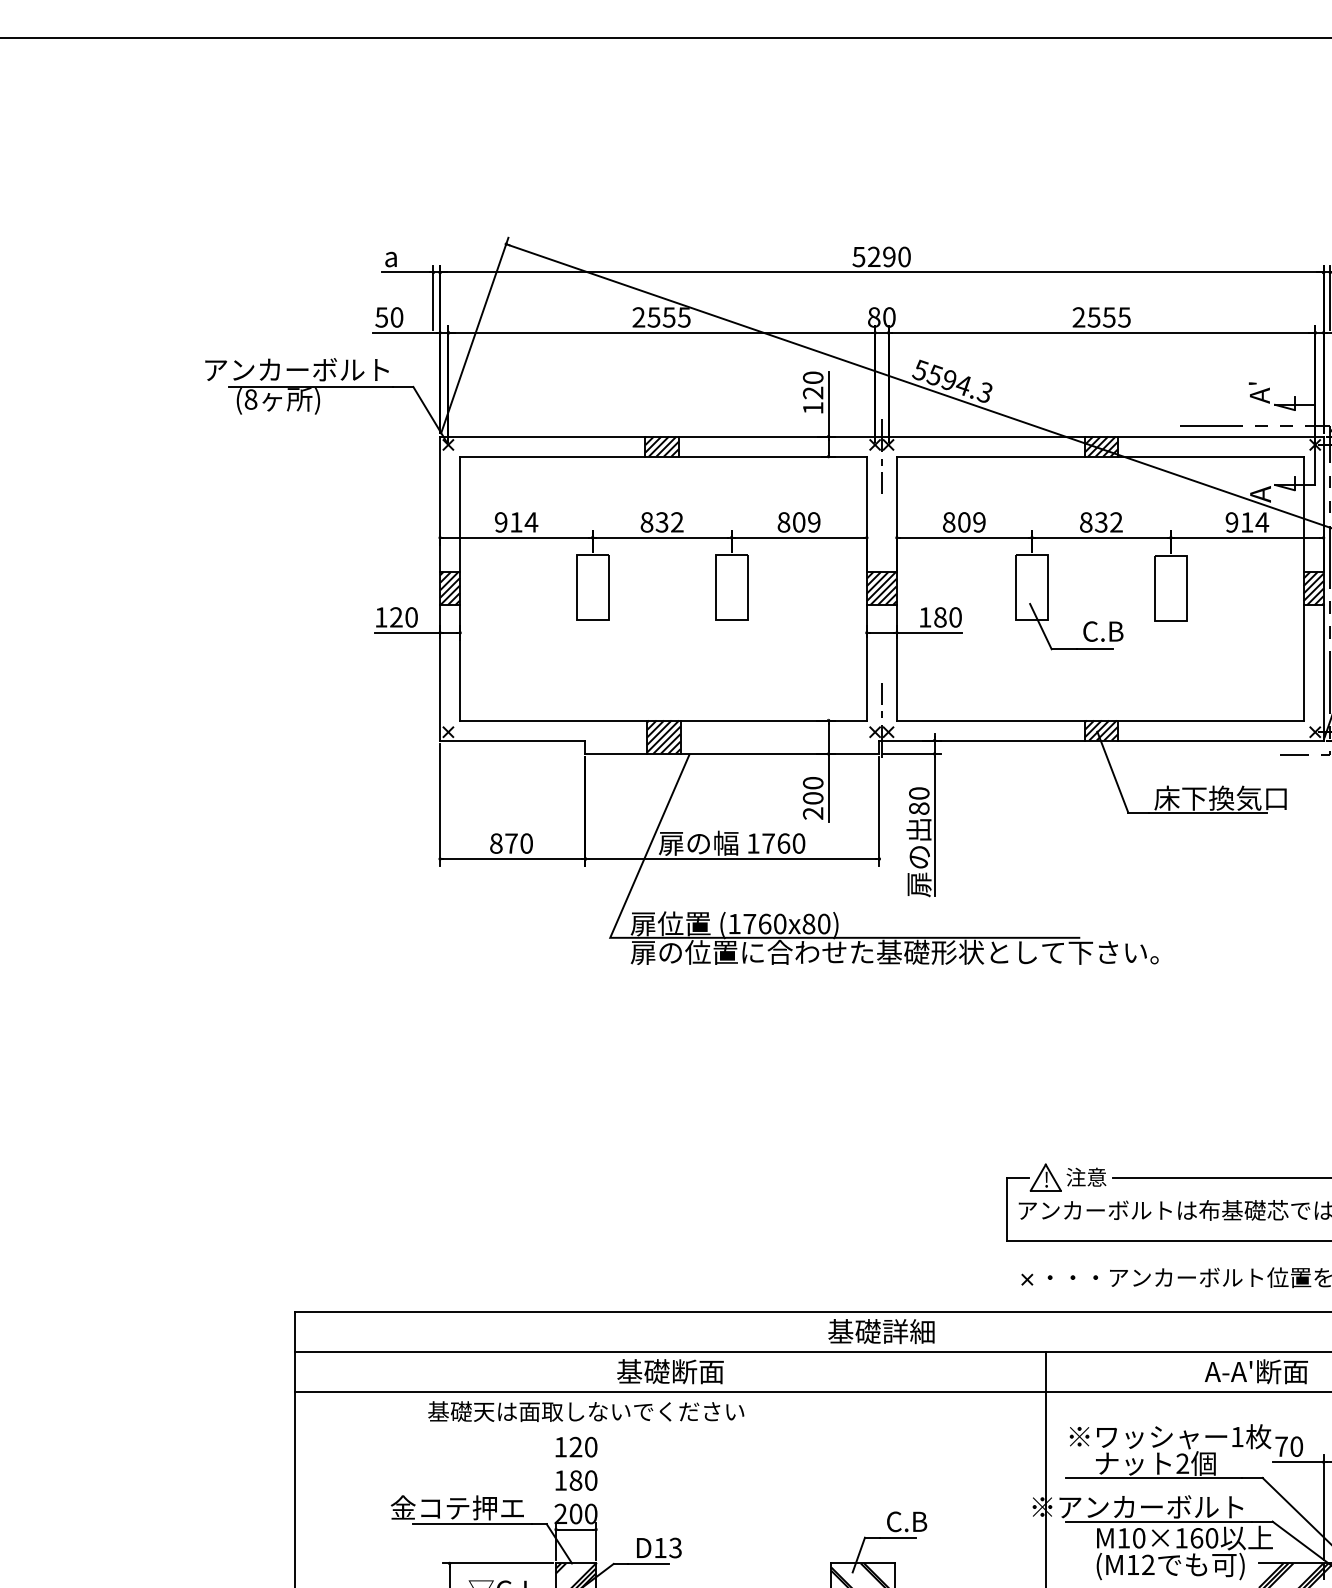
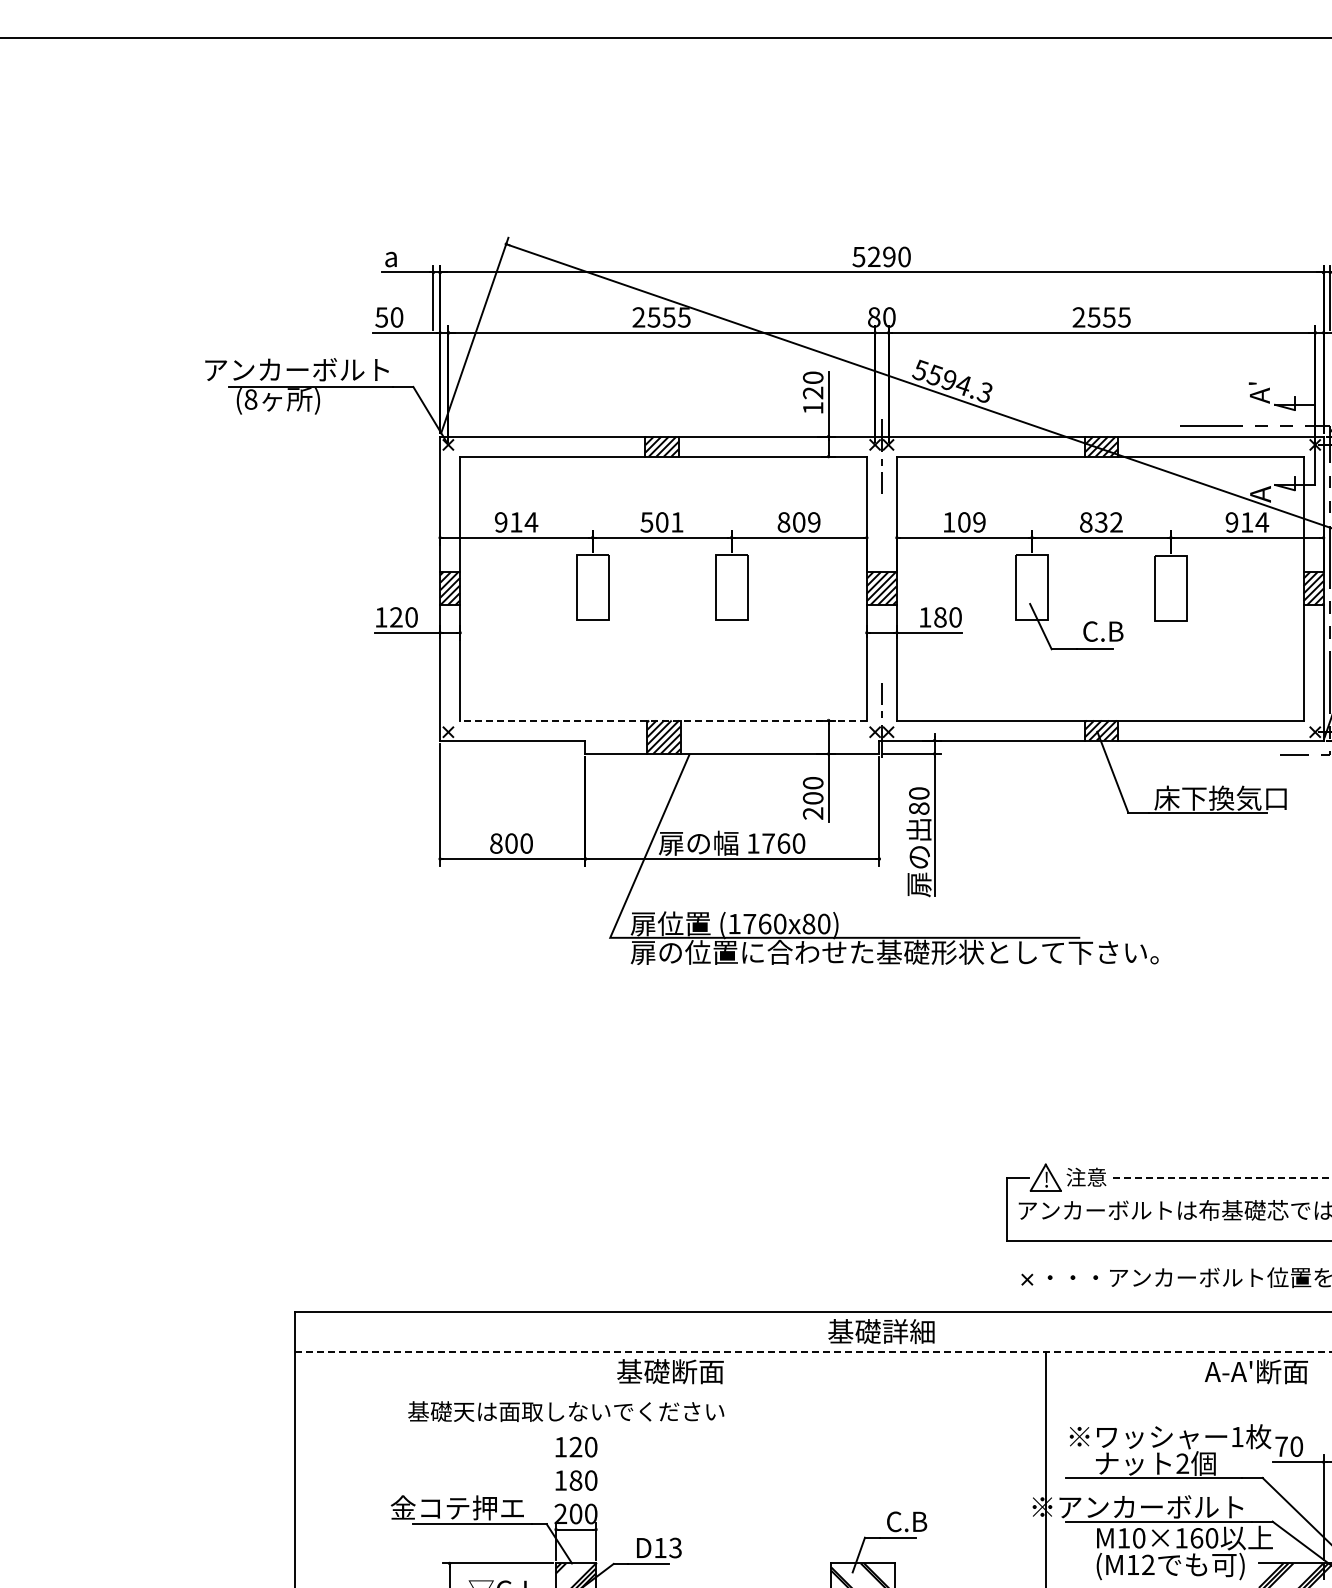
text at (661, 522): 832 -> 501
text at (949, 522): 809 -> 109
line at (662, 720): solid -> dashed
text at (511, 843): 870 -> 800
line at (1222, 1177): solid -> dashed
line at (813, 1351): solid -> dashed
line at (811, 1392): present -> none
text at (586, 1411) position: (586, 1411) -> (566, 1411)
